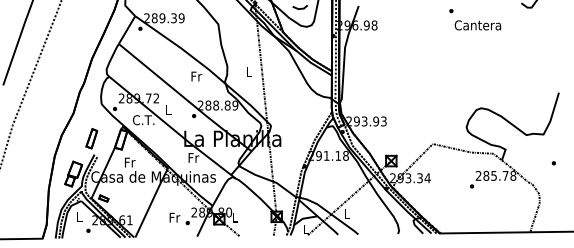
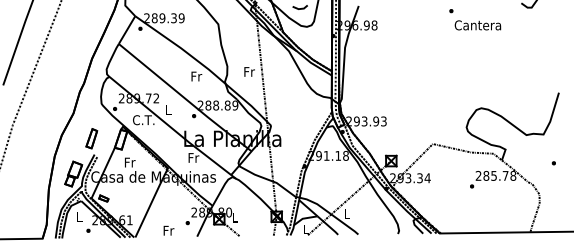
text at (249, 71): L -> Fr
text at (174, 217) position: (174, 217) -> (168, 230)
